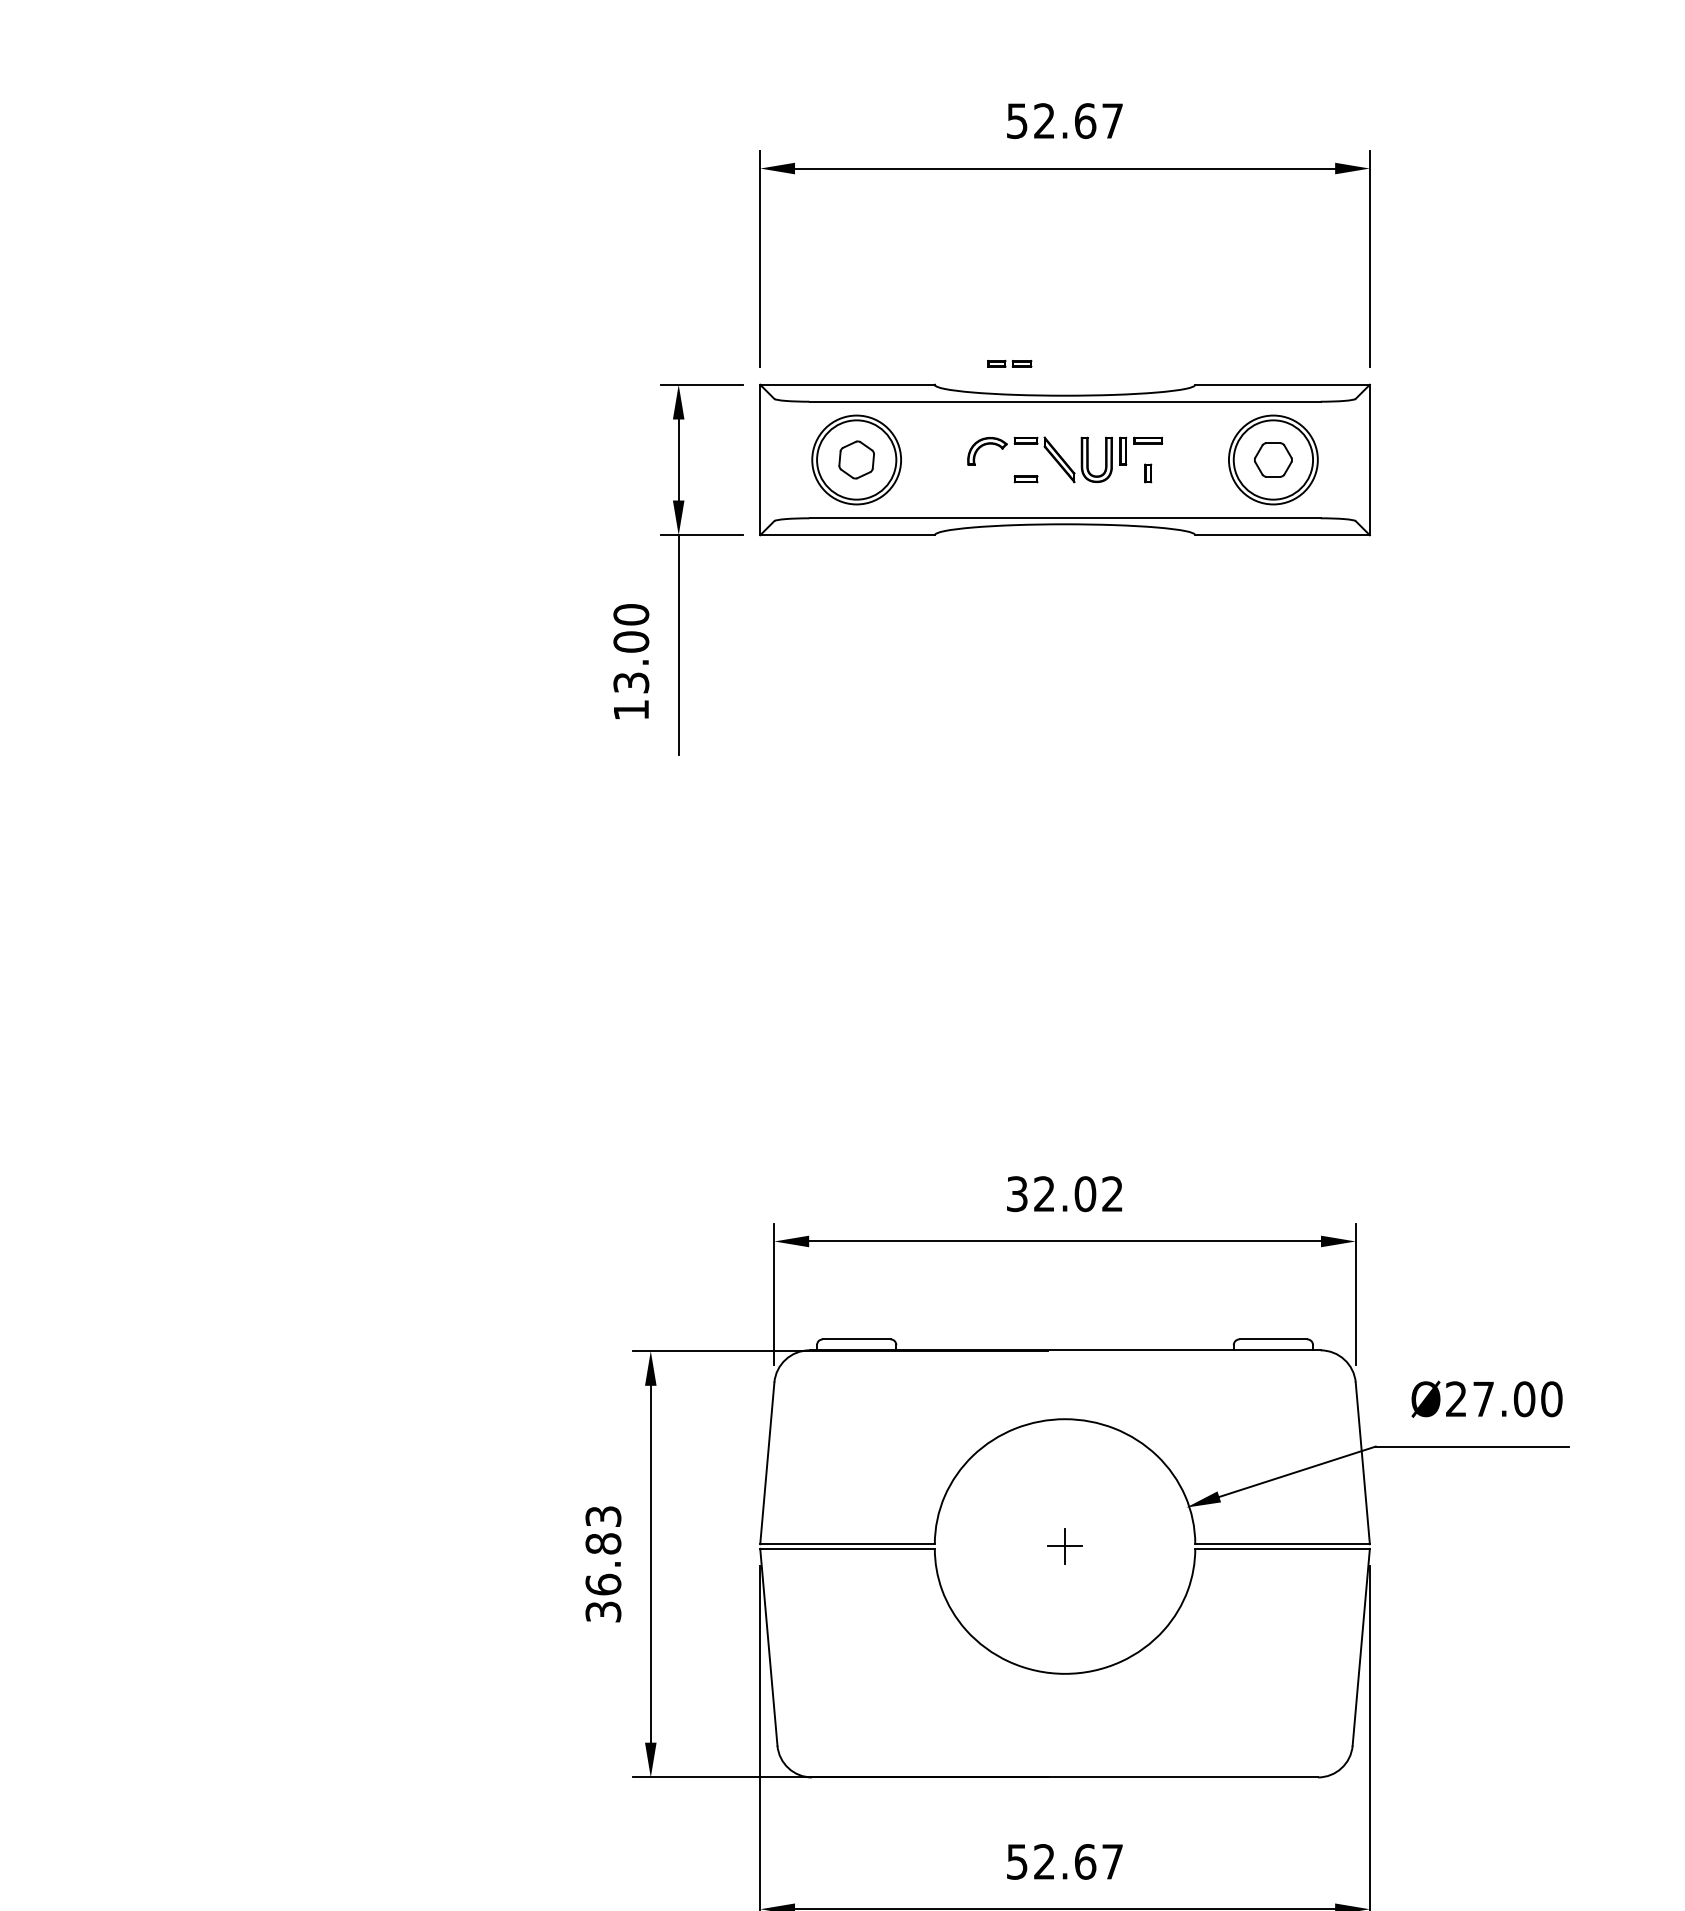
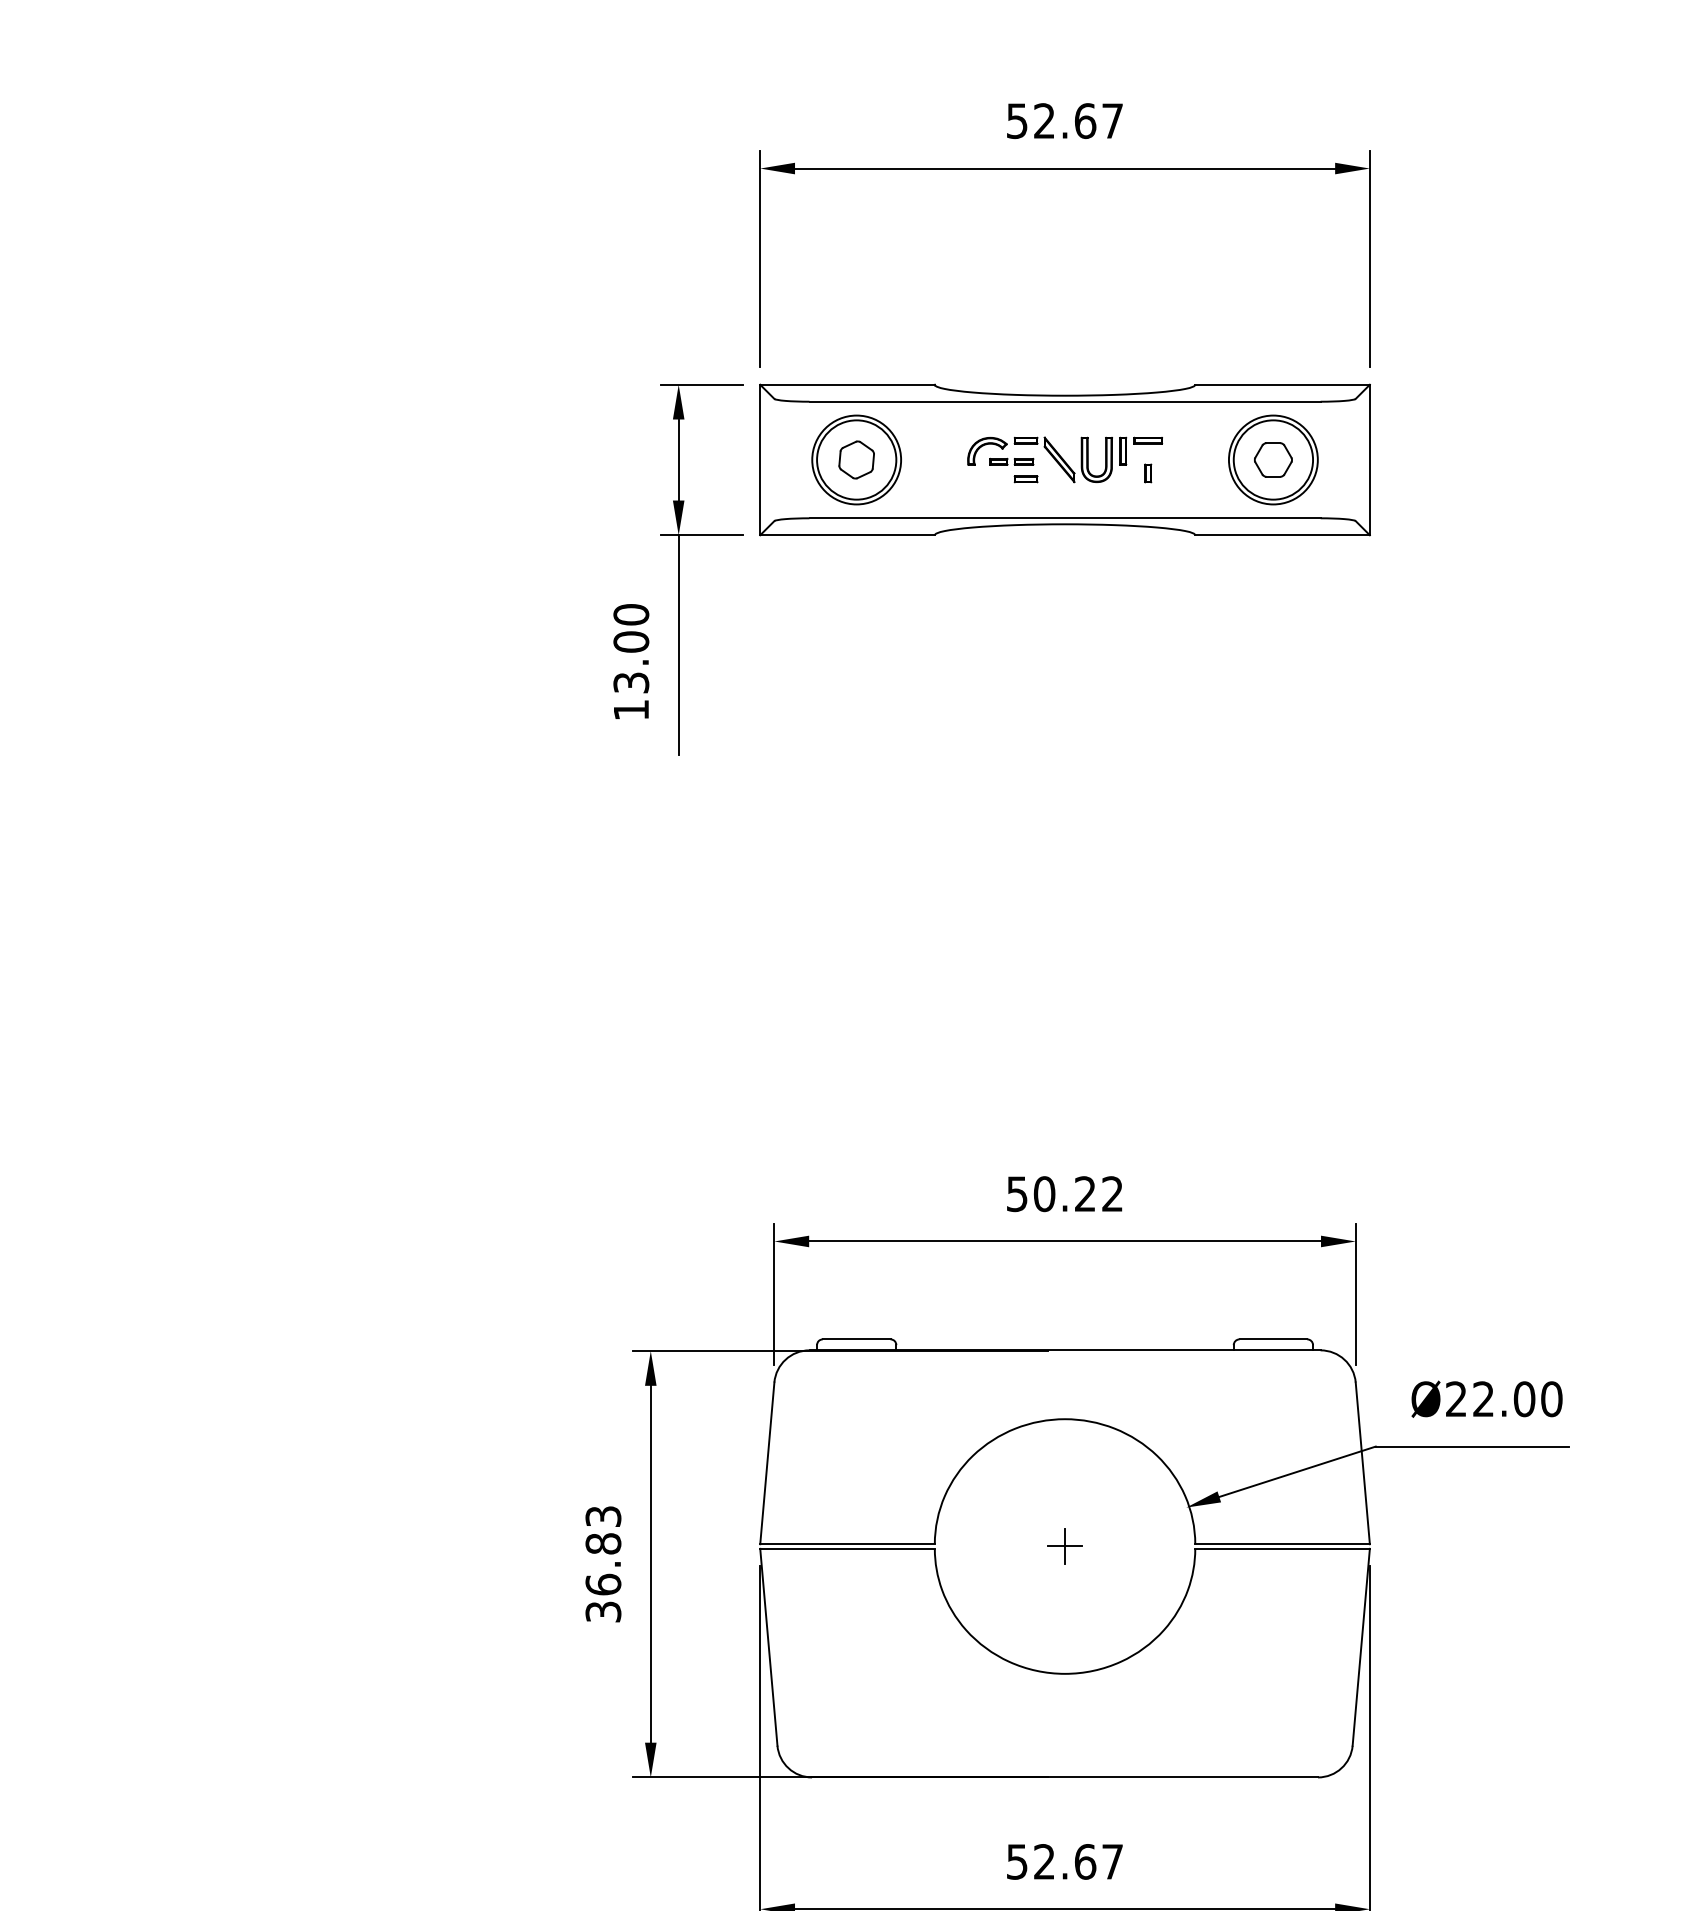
part at (1009, 363) position: (1009, 363) -> (1011, 461)
text at (1051, 1194): 32.02 -> 50.22
text at (1483, 1398): Ø27.00 -> Ø22.00
